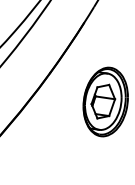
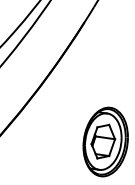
part at (105, 101) position: (105, 101) -> (105, 141)
